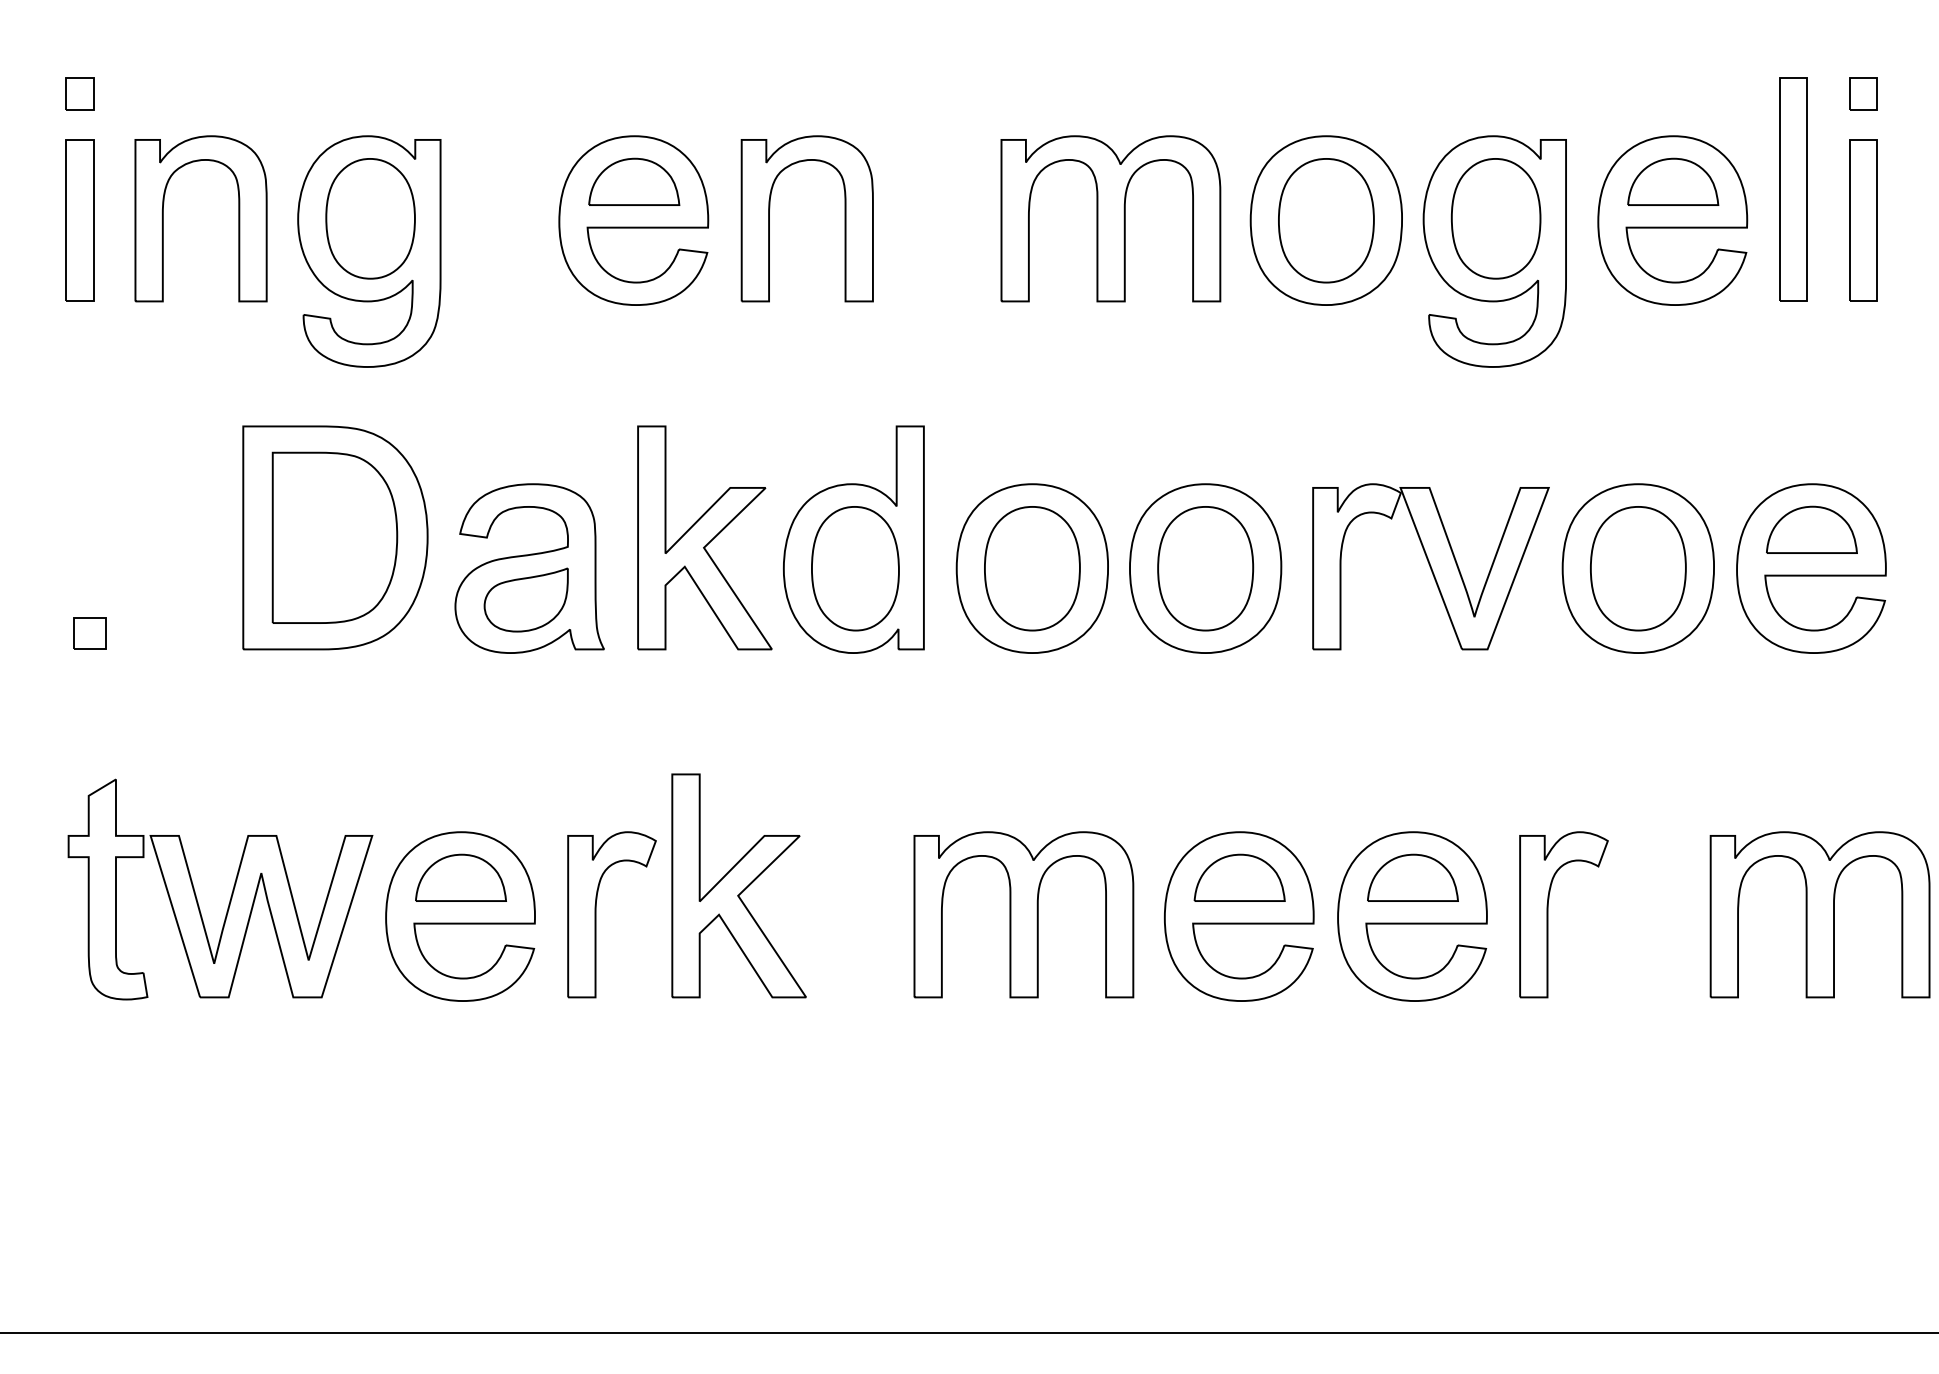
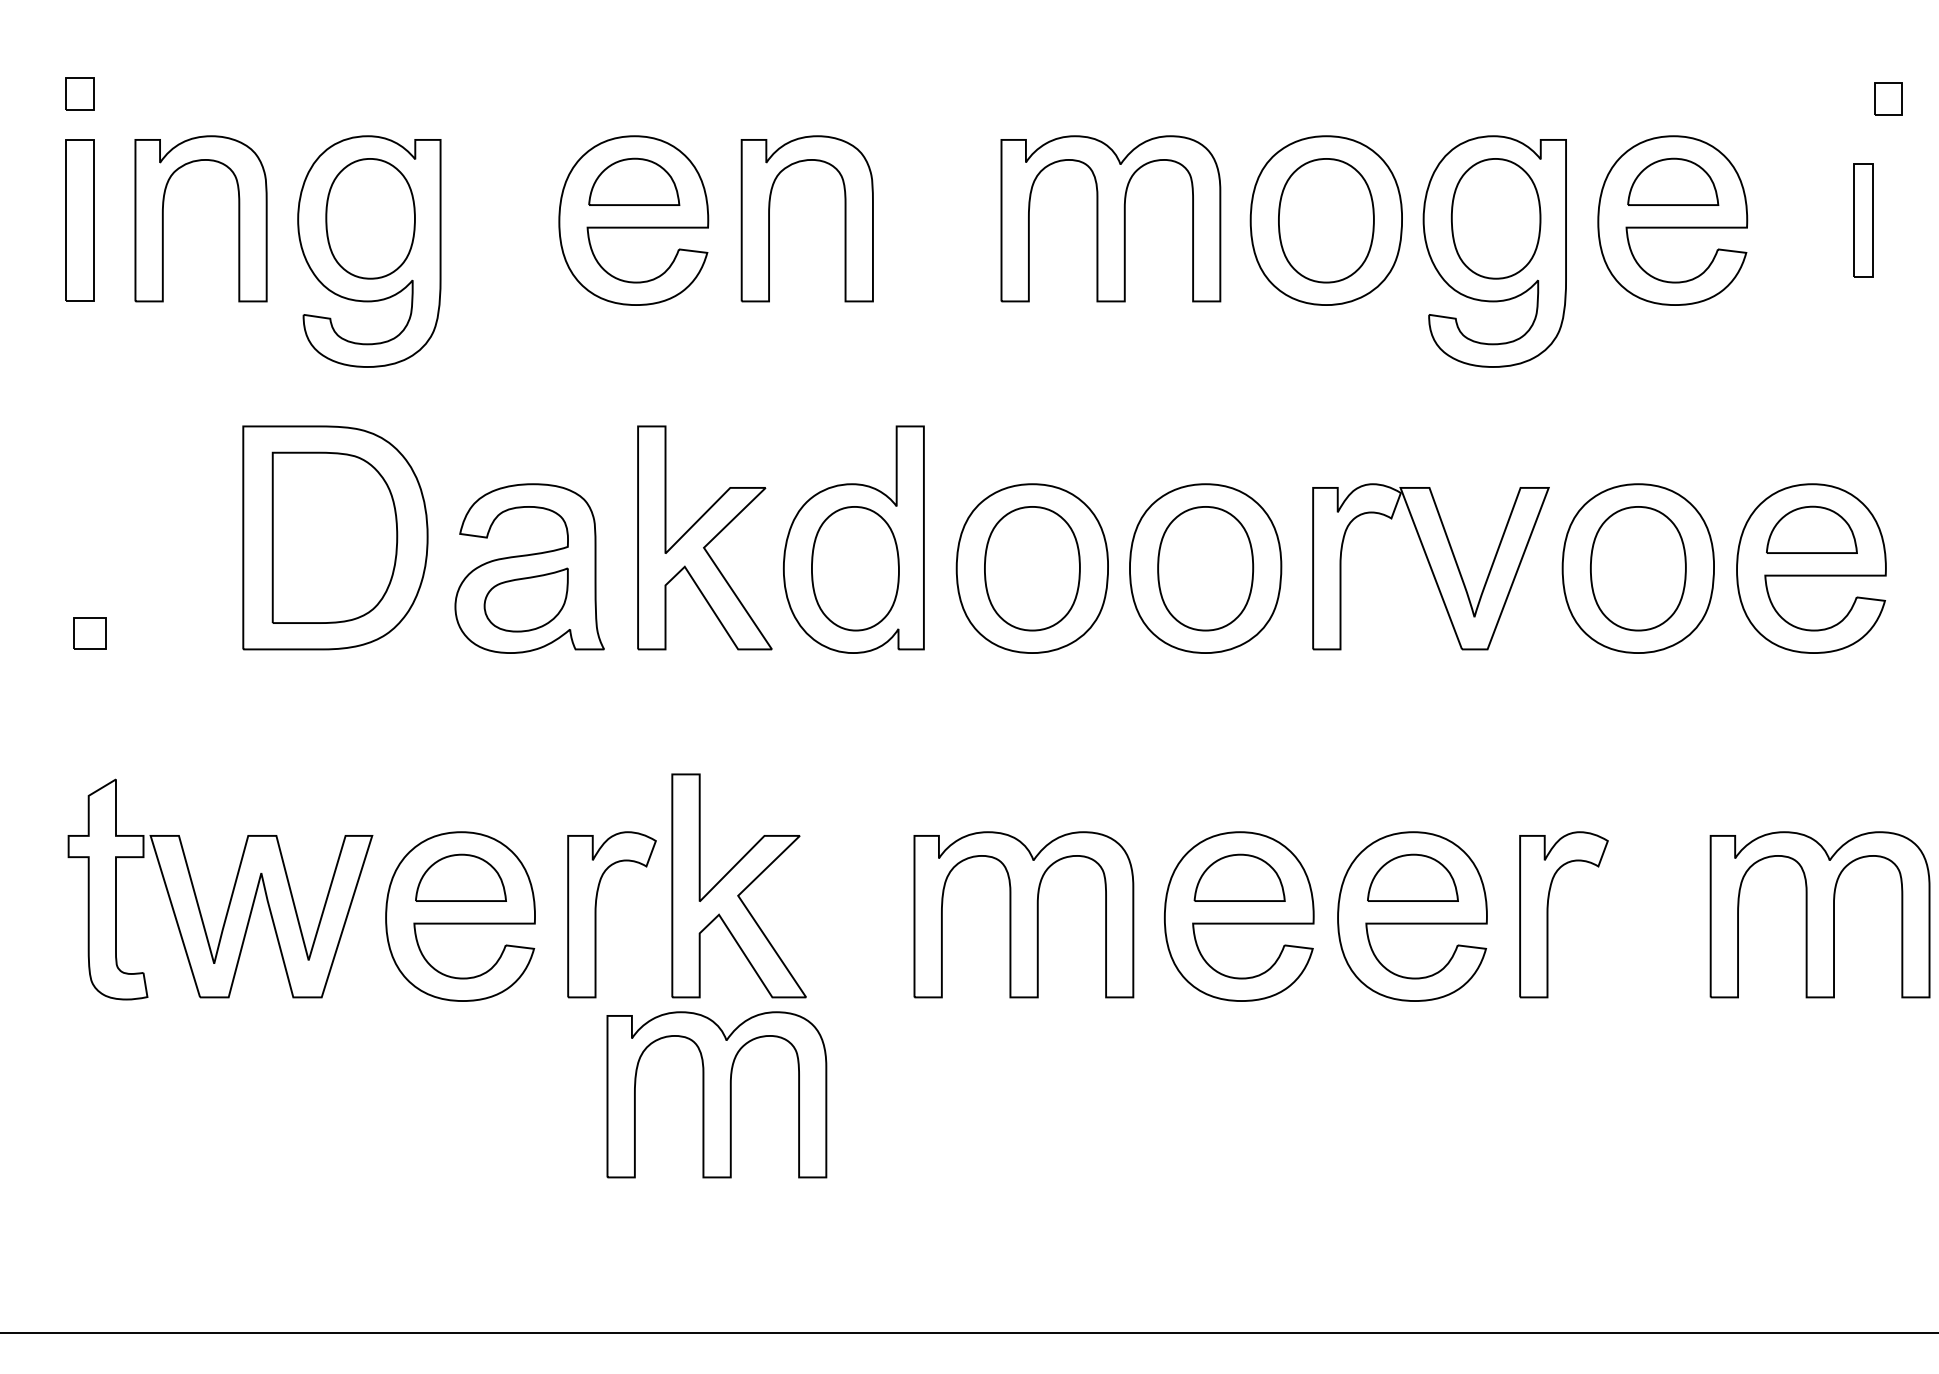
part at (1863, 93) position: (1863, 93) -> (1888, 98)
part at (1793, 189): present -> none
part at (1863, 220) size: 29x163 px -> 21x115 px
part at (716, 1094): none -> present
